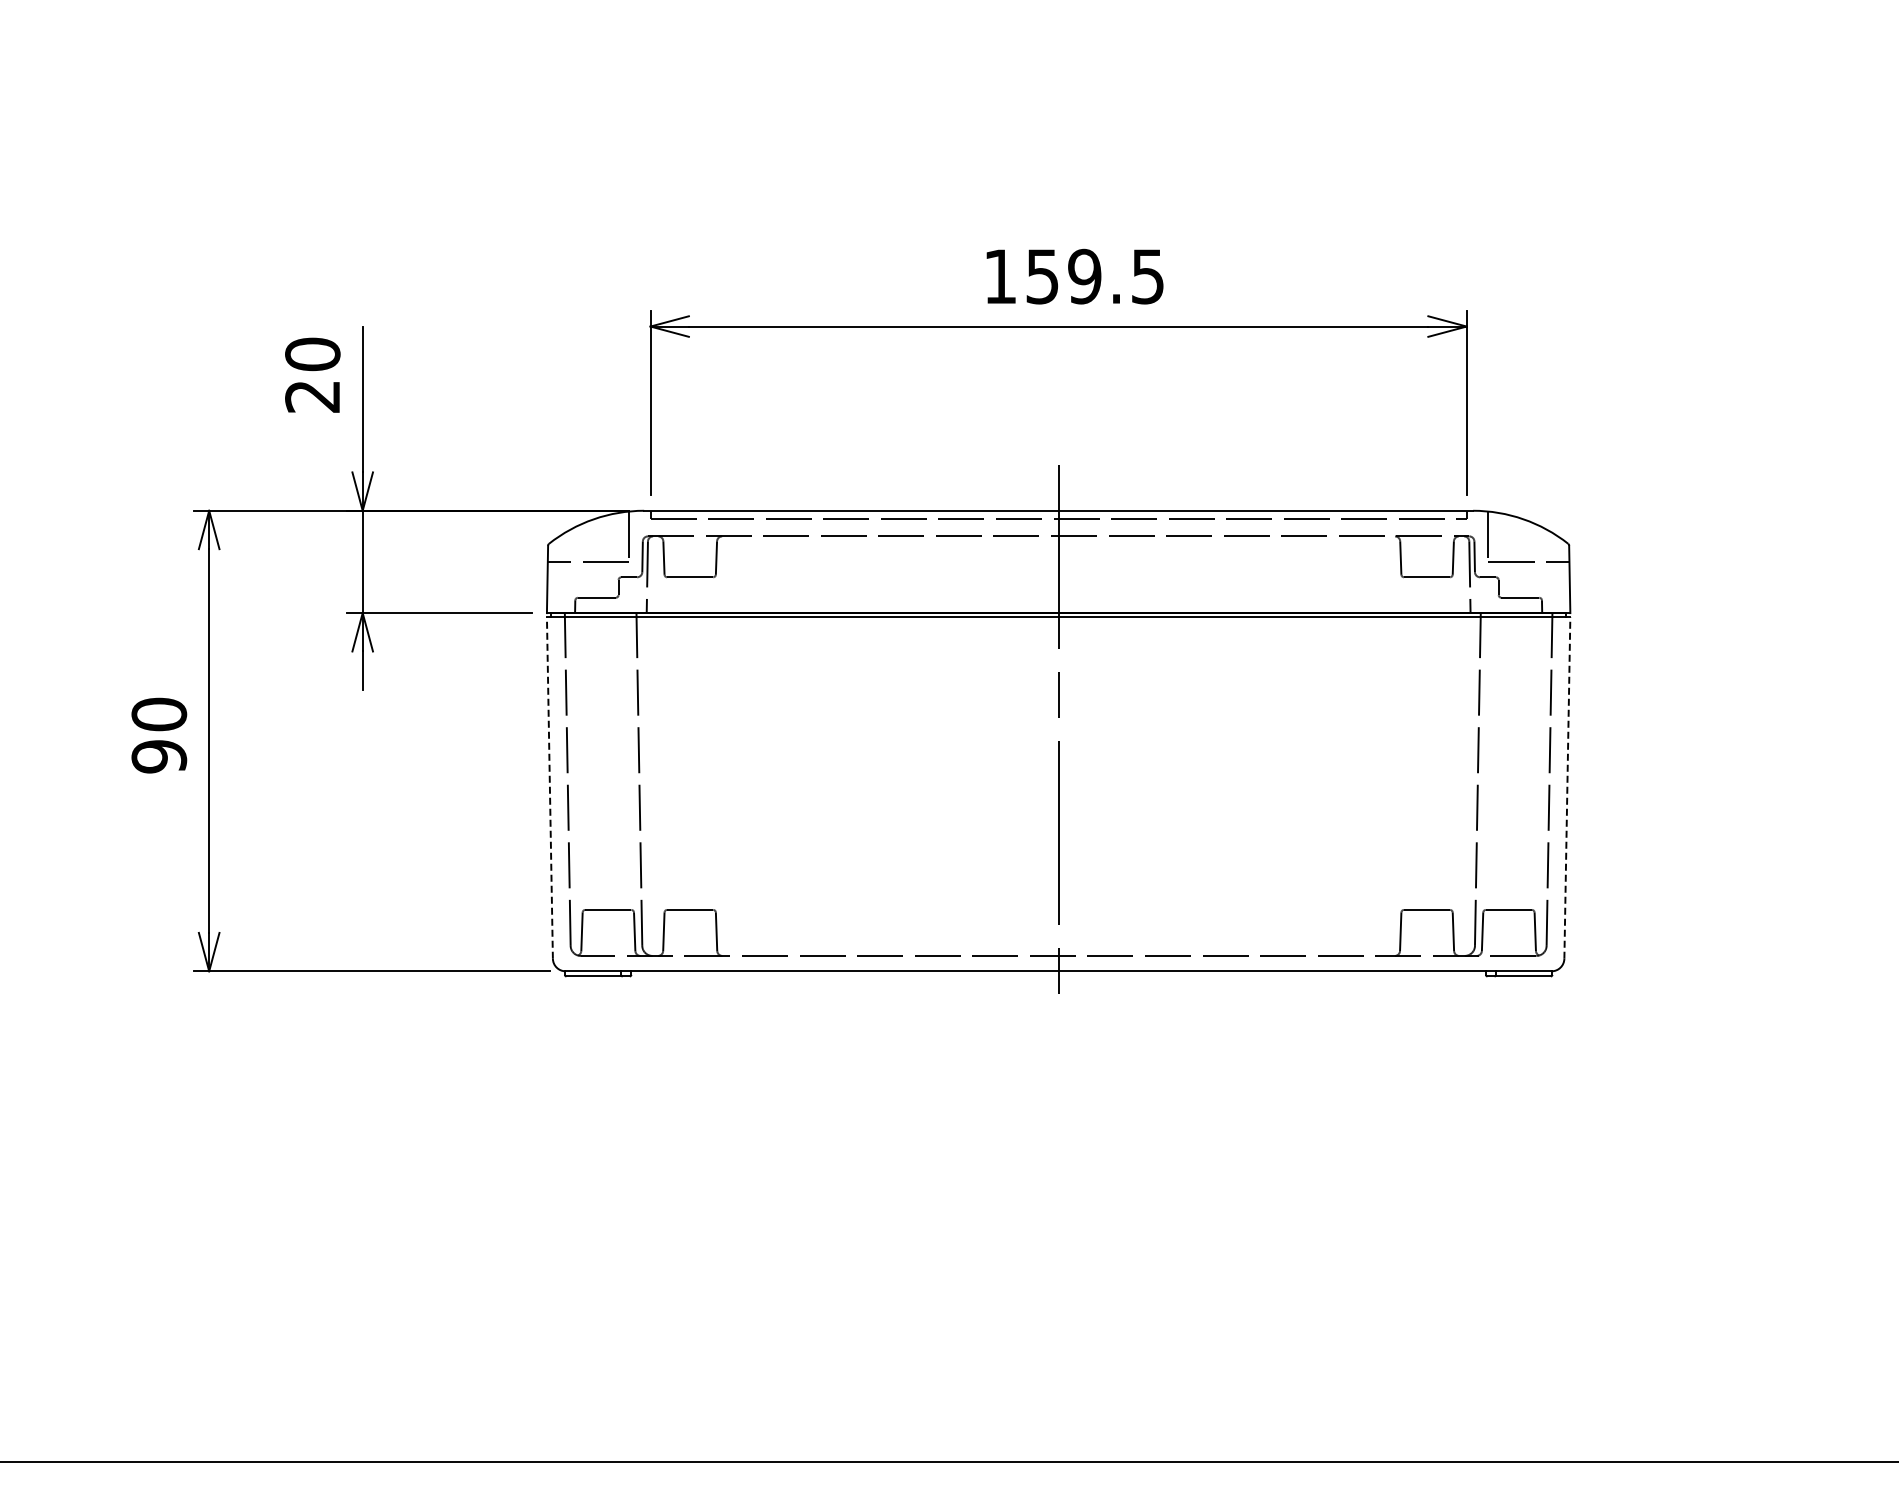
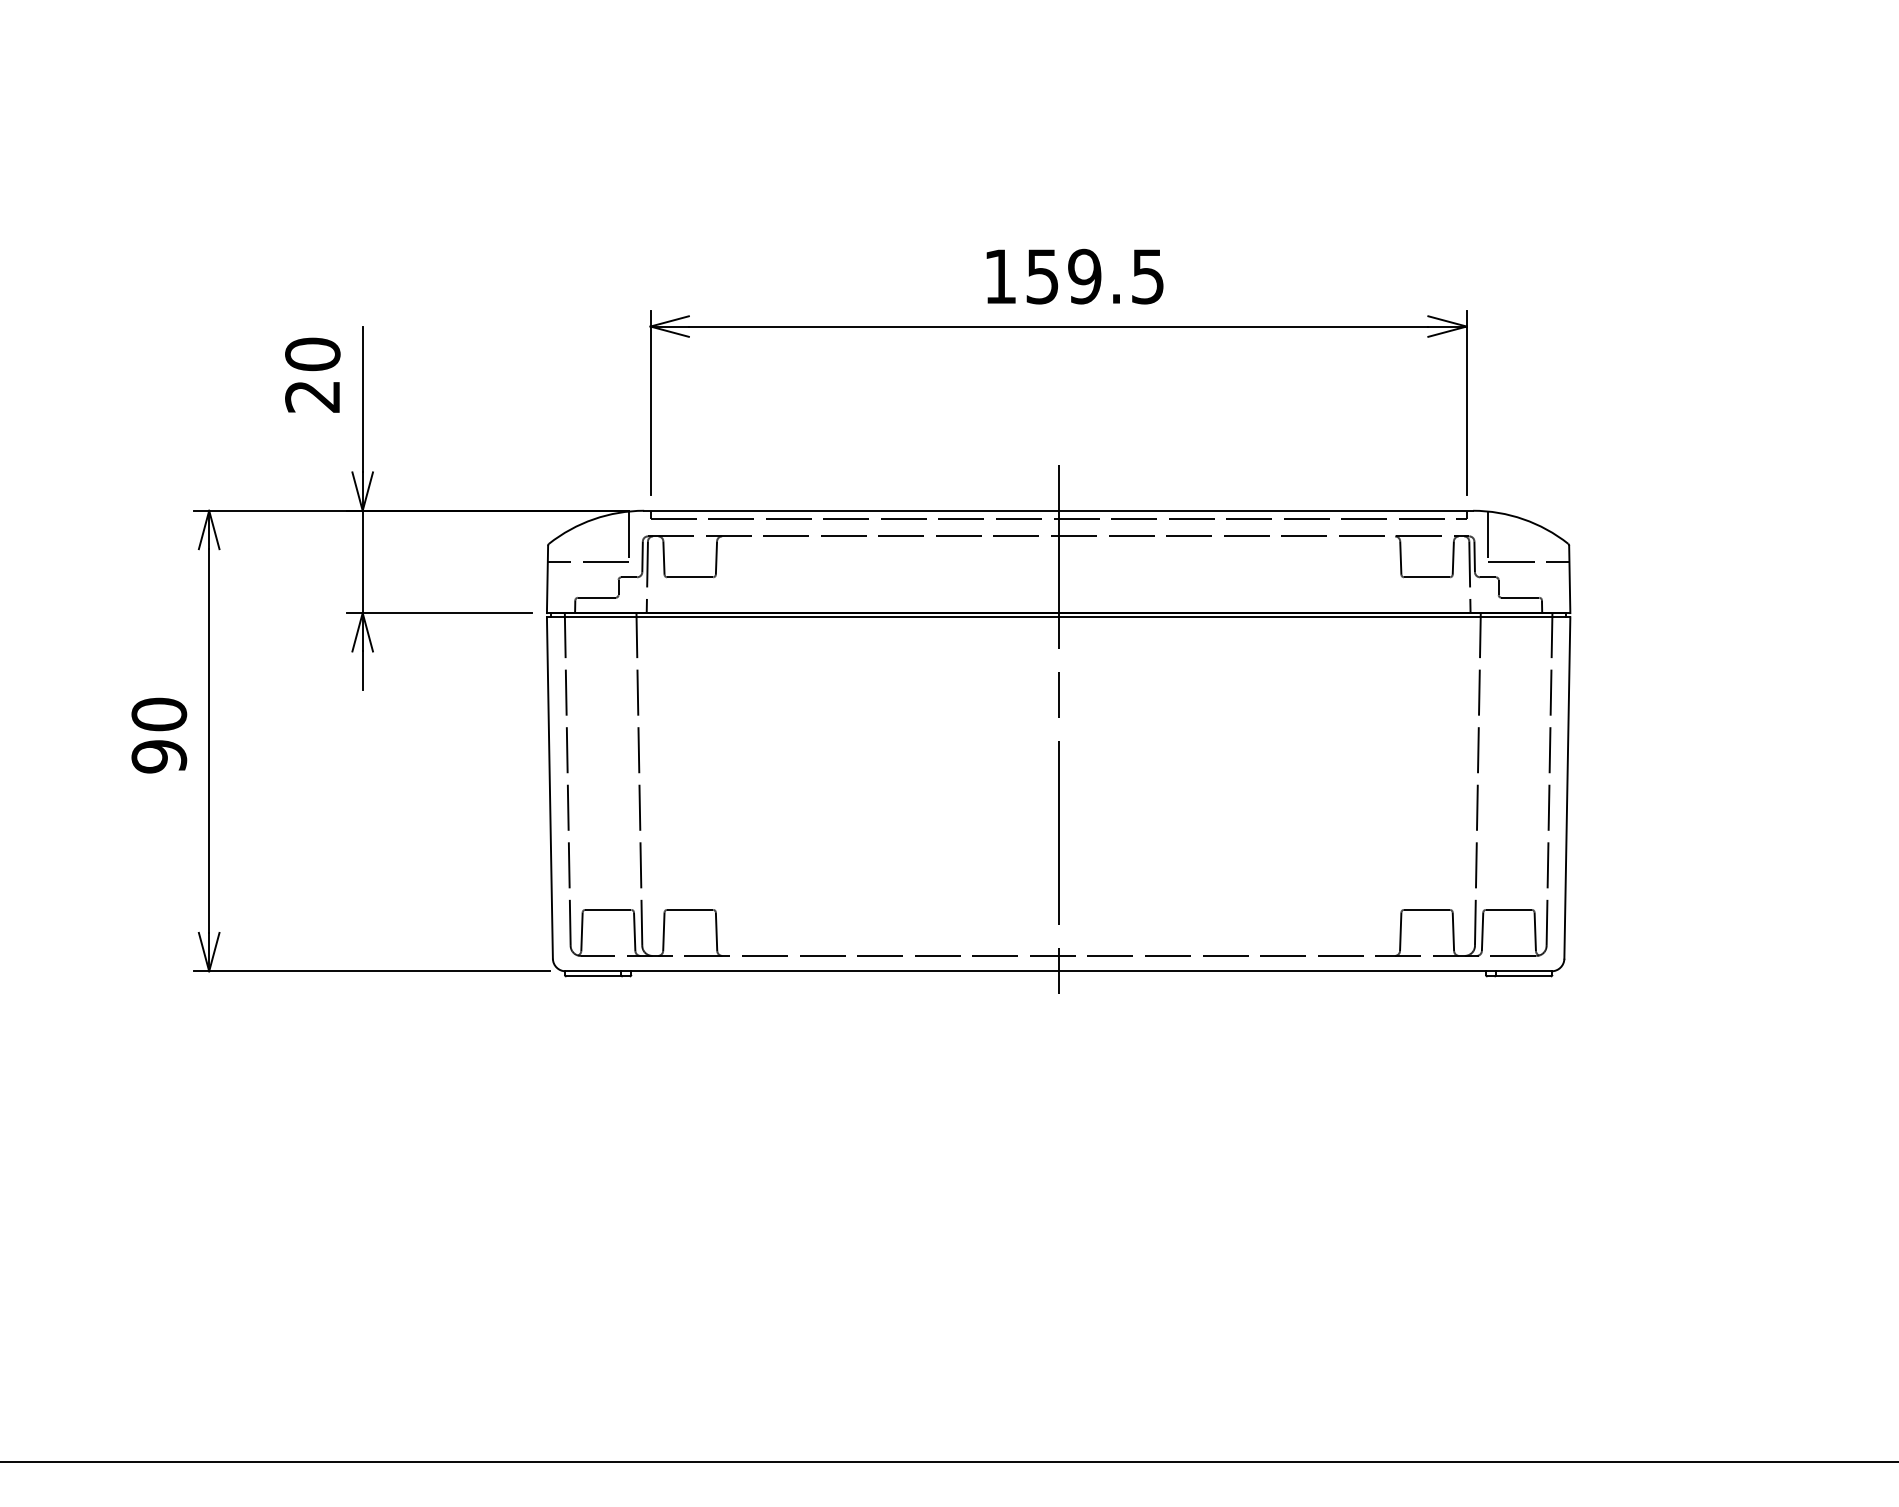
line at (549, 787): dashed -> solid
line at (1567, 787): dashed -> solid
